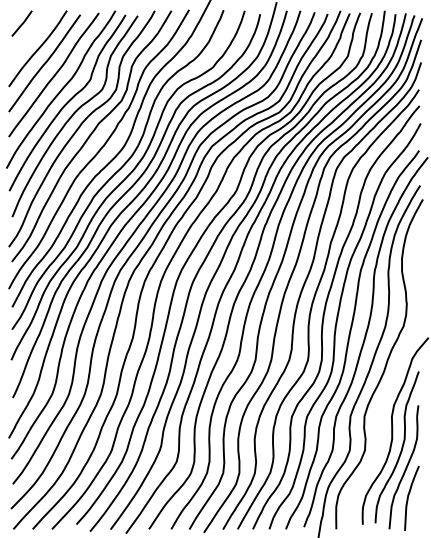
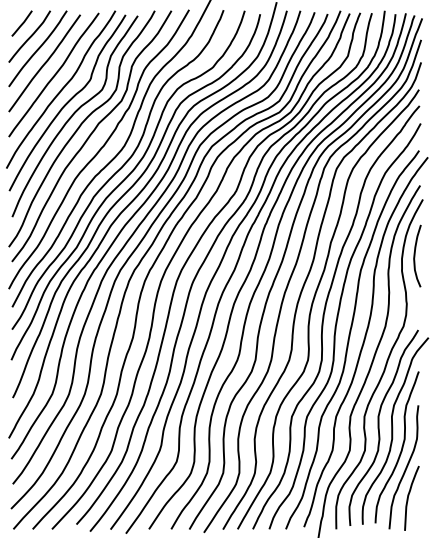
curve at (29, 36): none -> present
curve at (415, 255): none -> present
curve at (379, 427): none -> present
